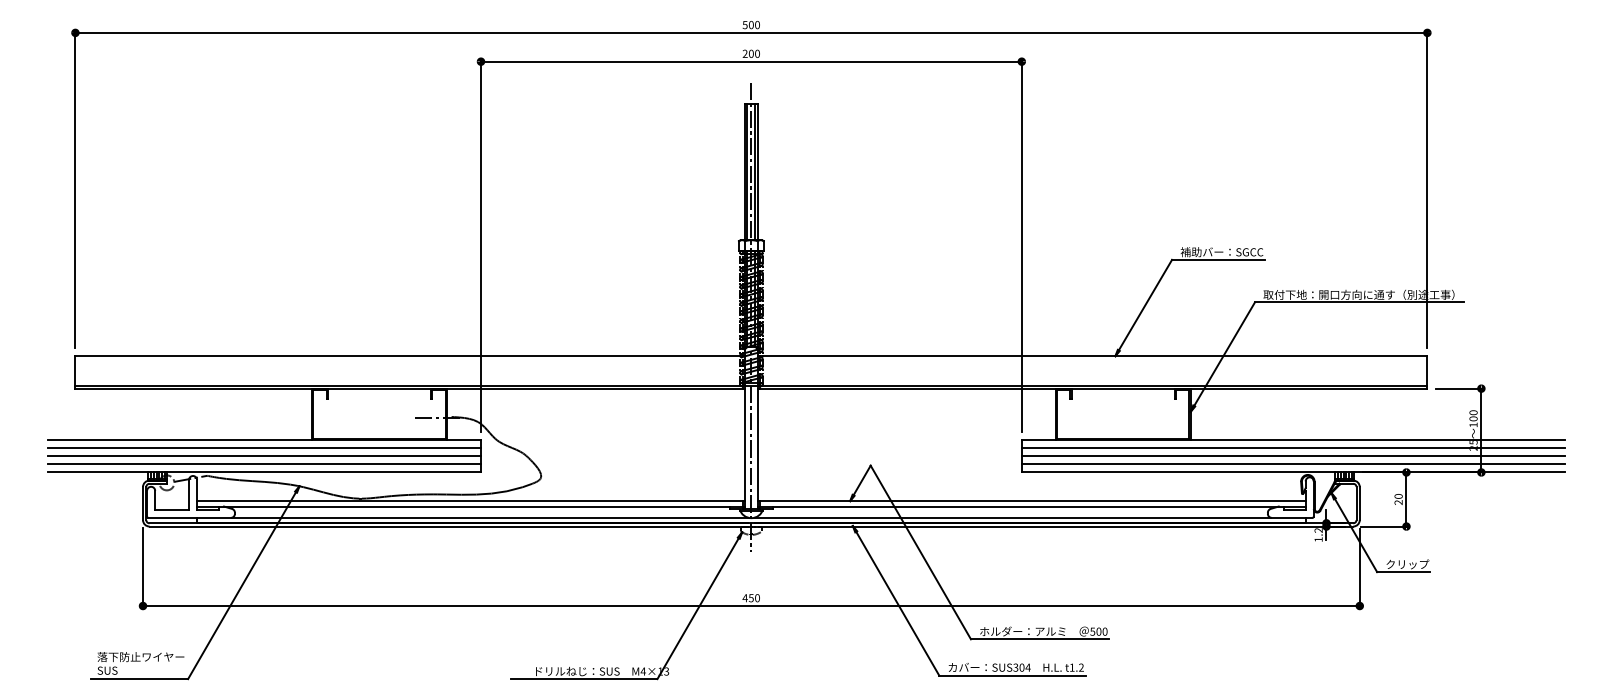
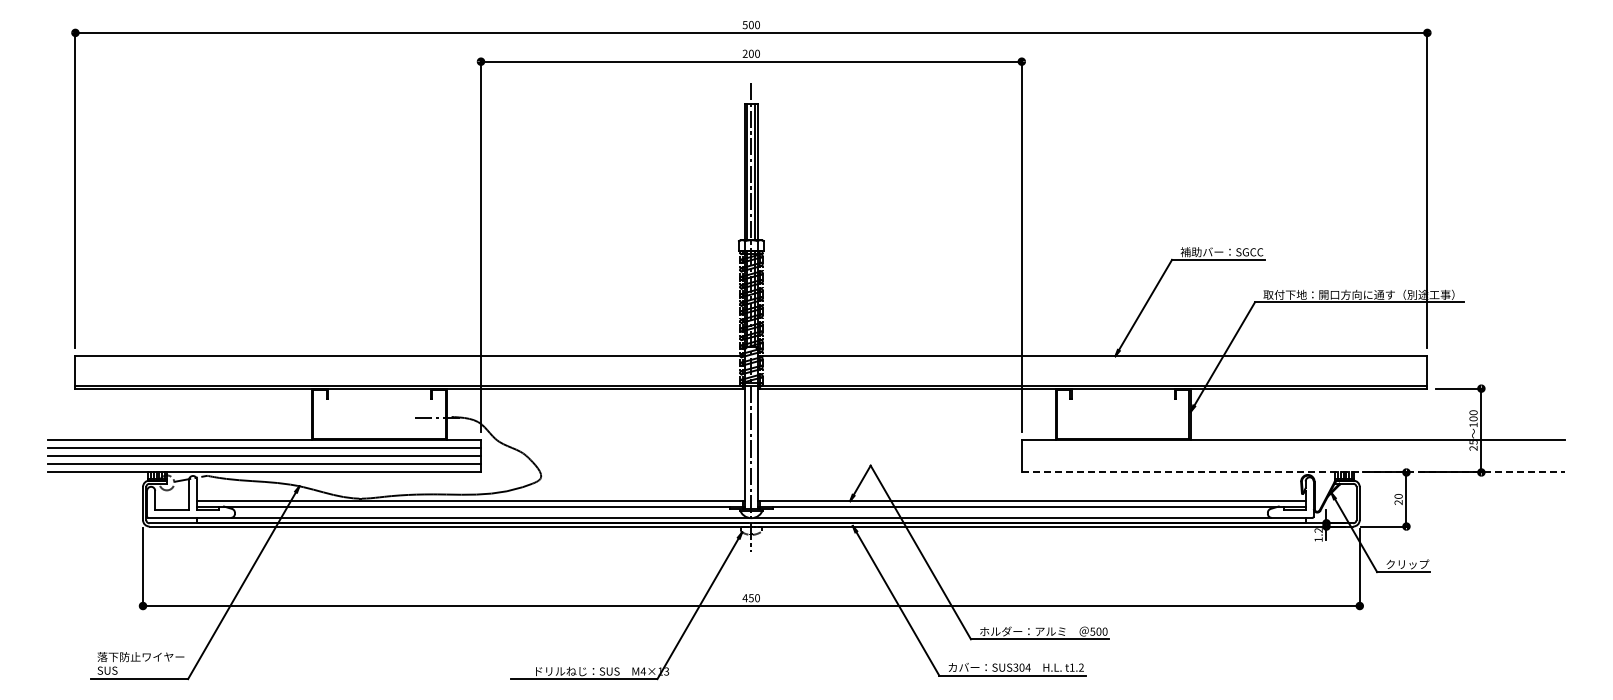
line at (1292, 448): present -> none
line at (1292, 456): present -> none
line at (1292, 464): present -> none
line at (1293, 472): solid -> dashed
